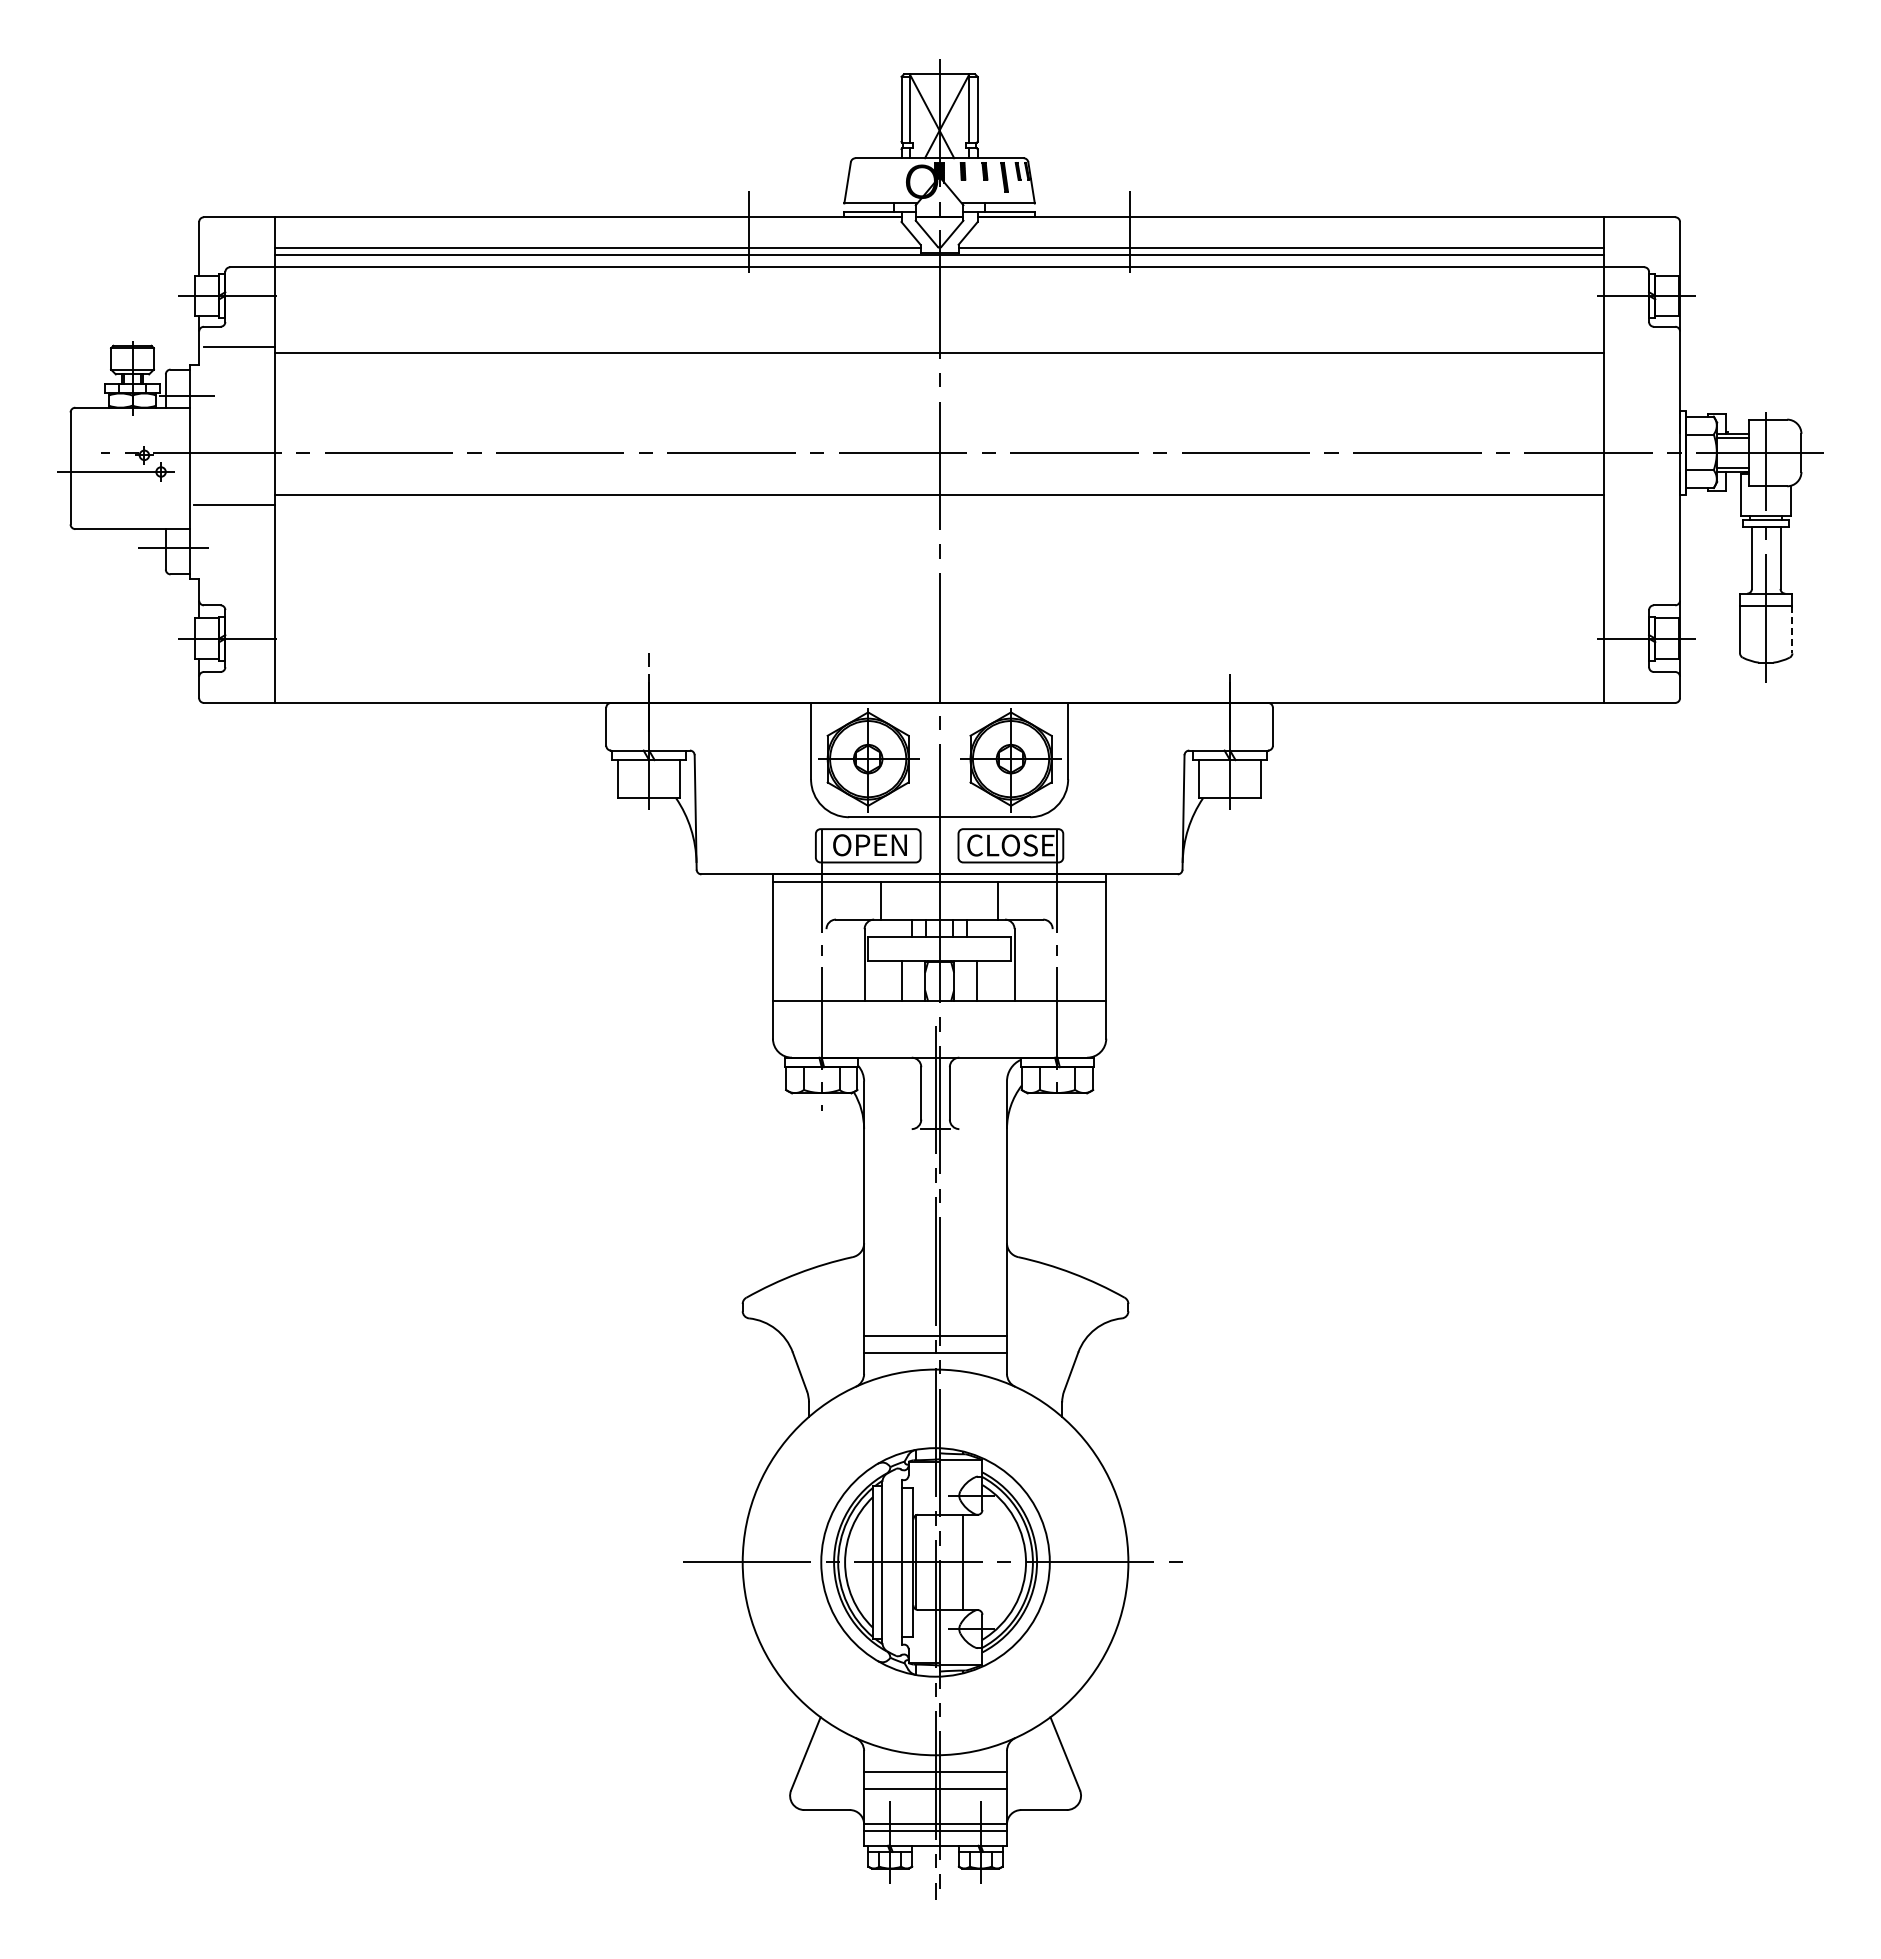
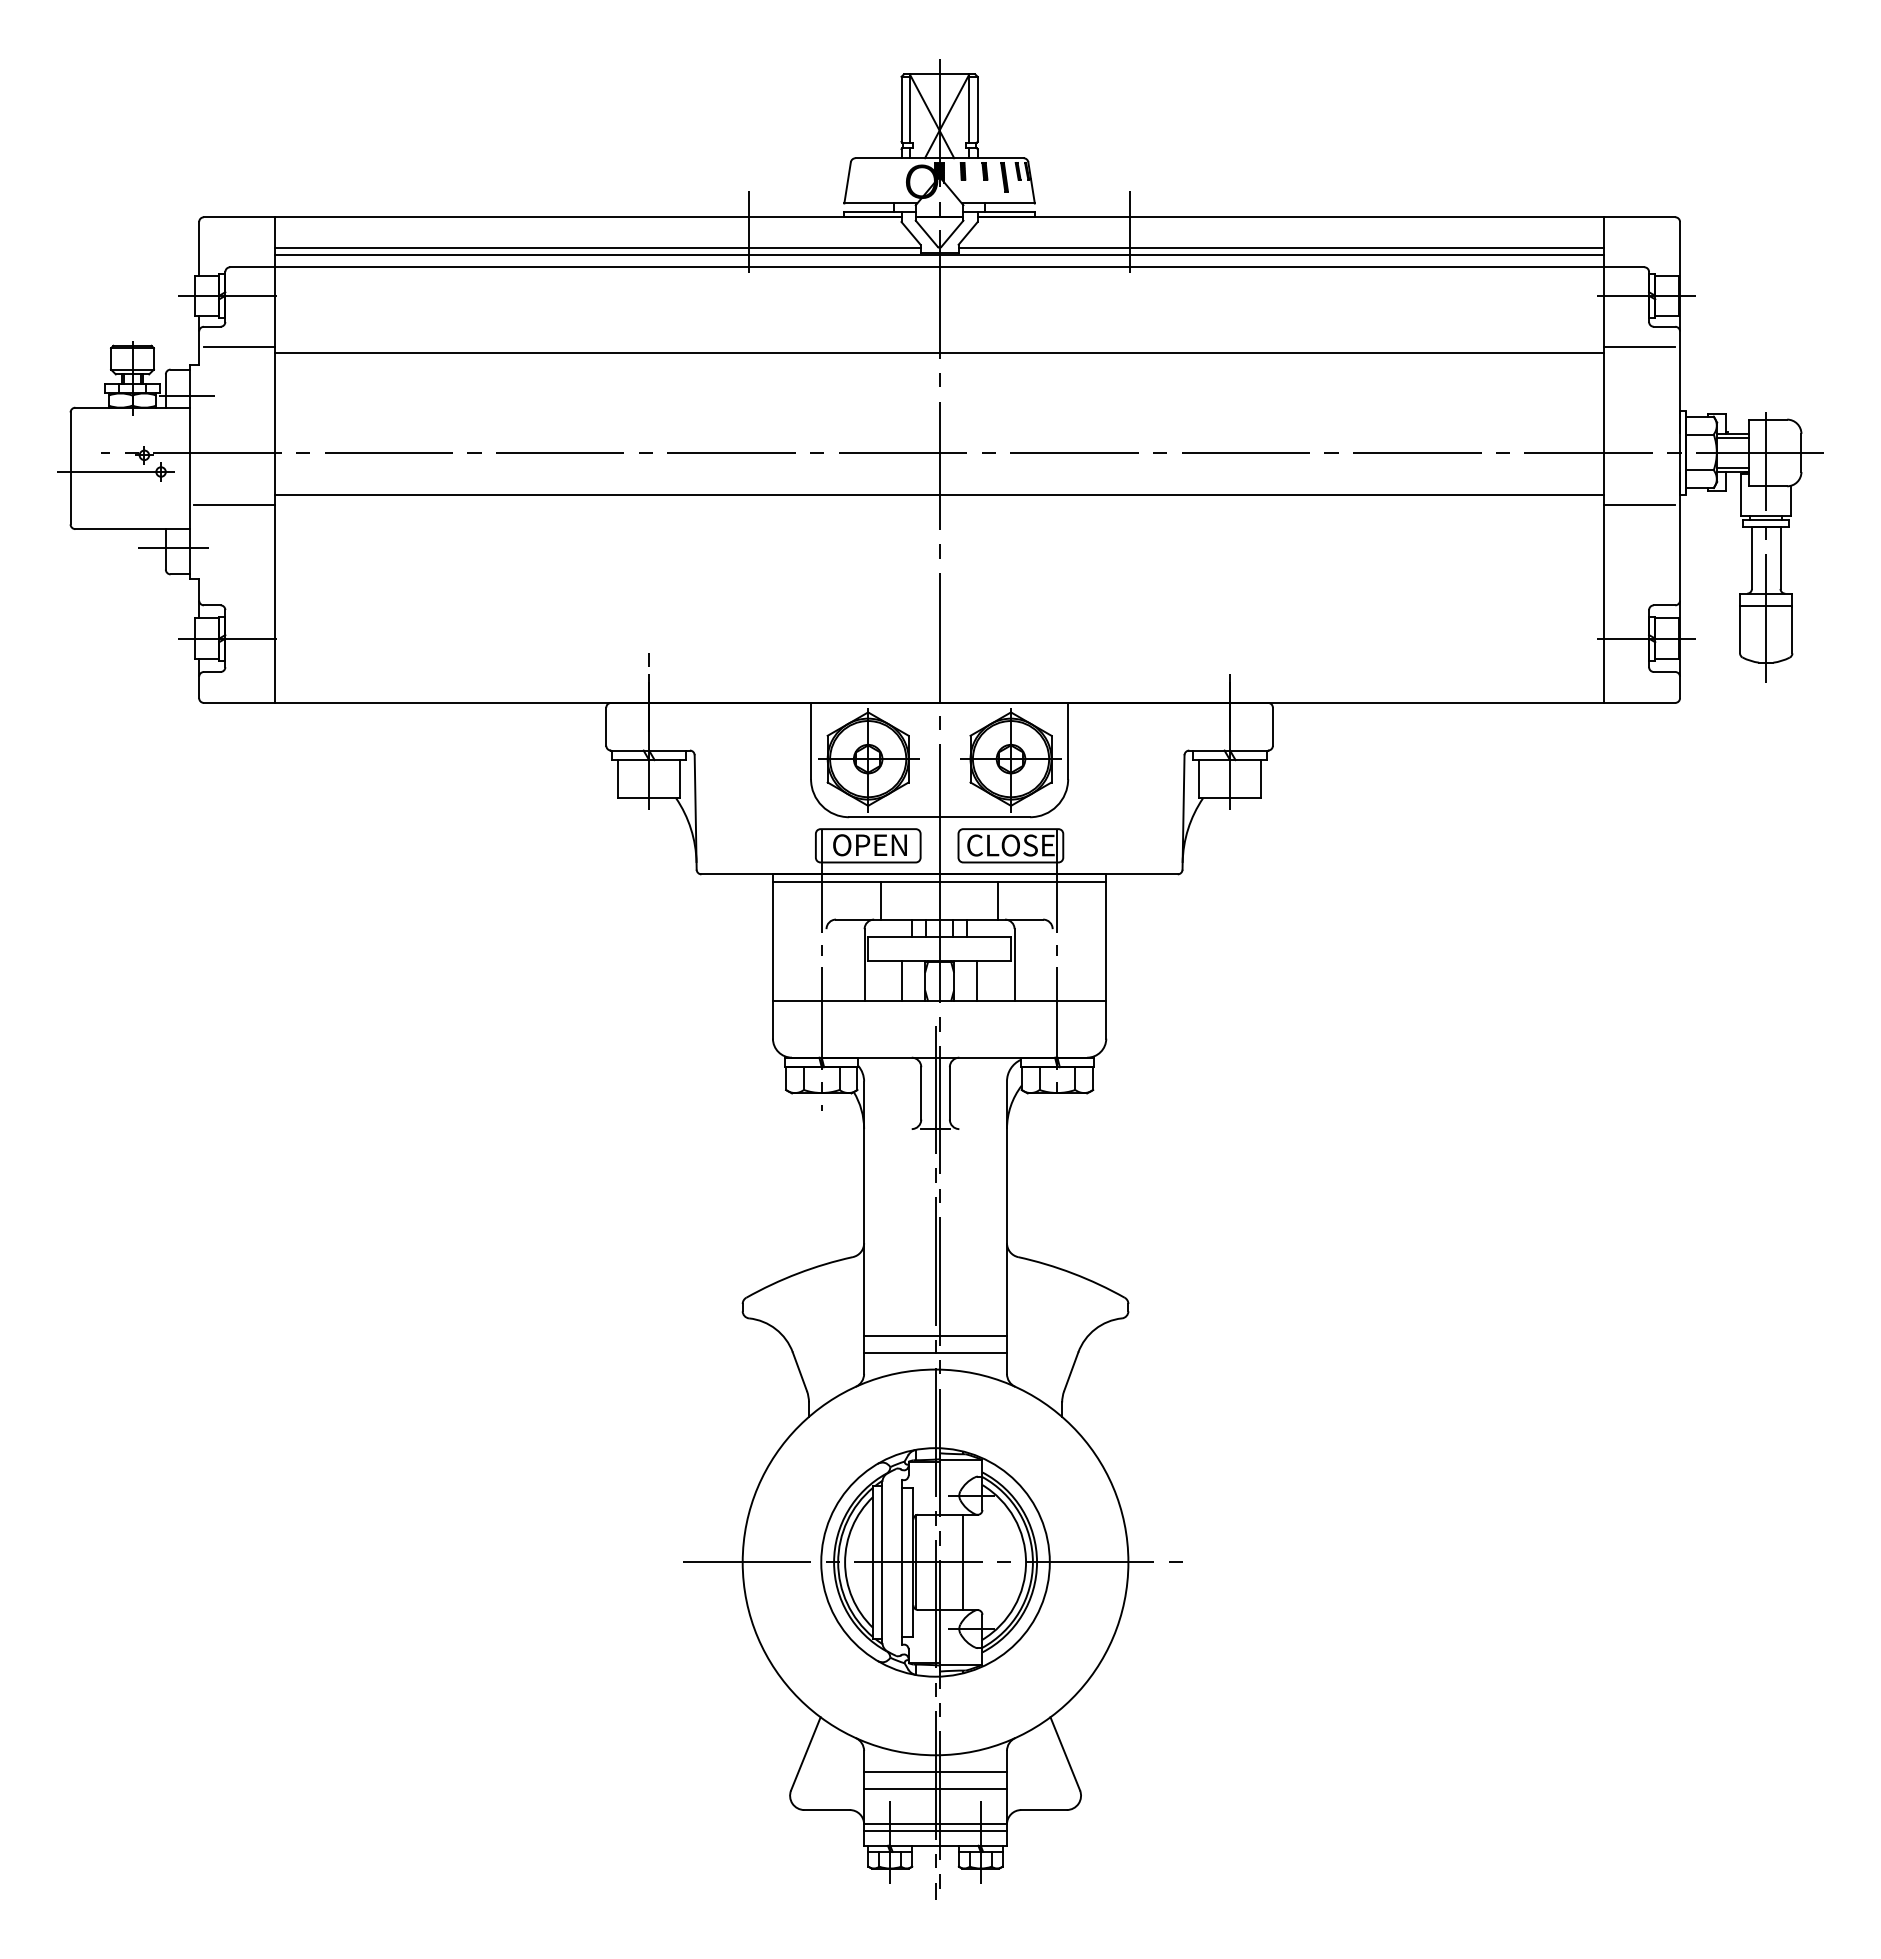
line at (1639, 347): none -> present
line at (1639, 505): none -> present
line at (1792, 629): dashed -> solid
